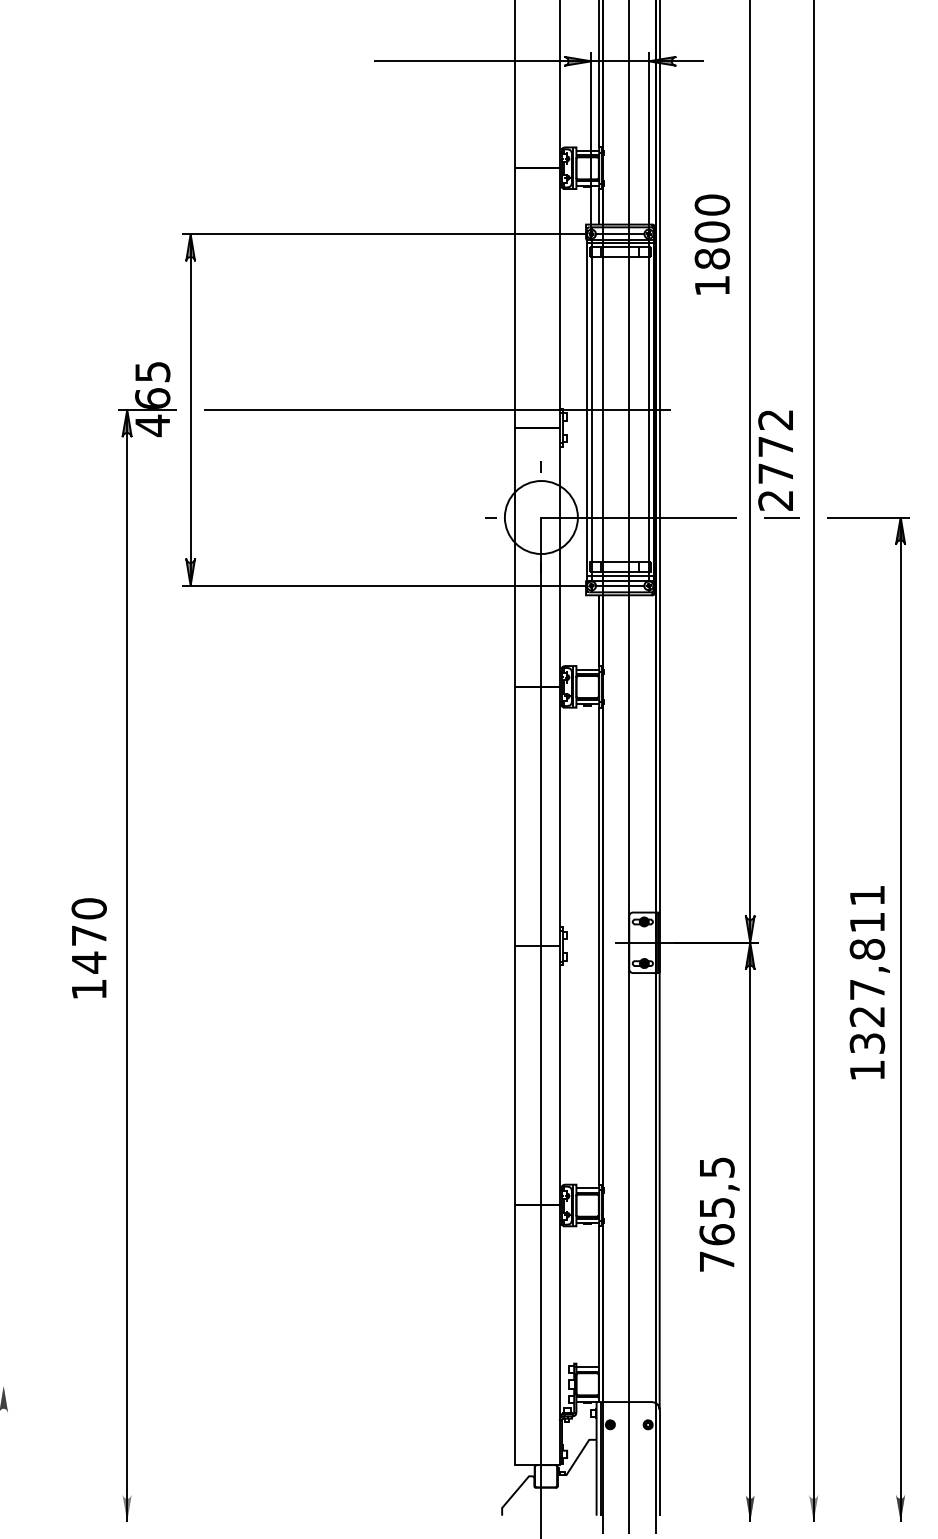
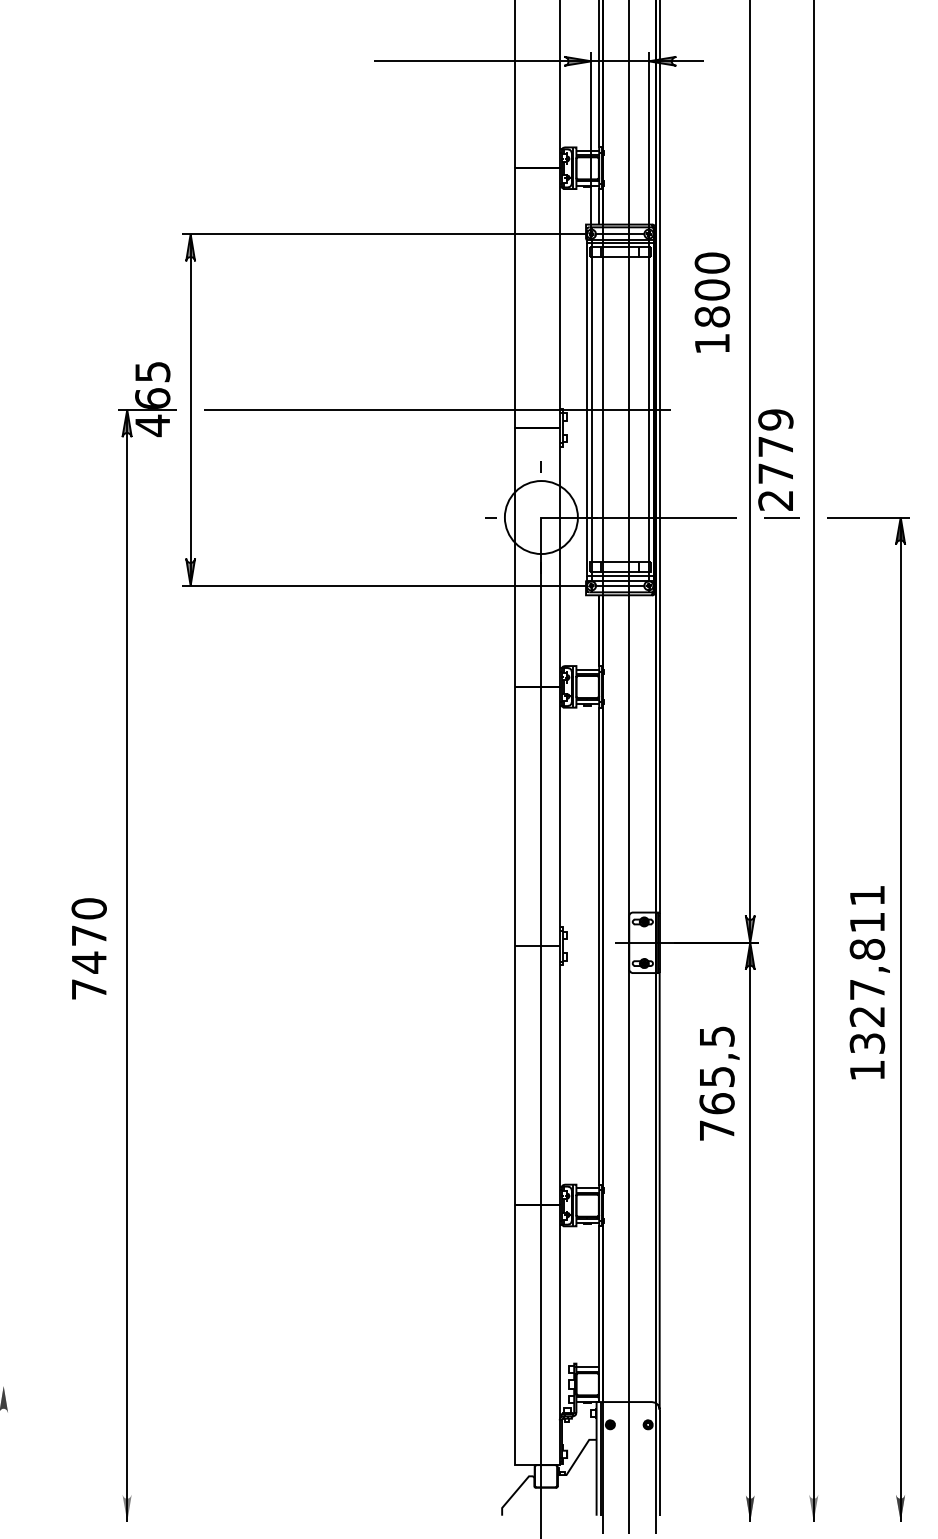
text at (712, 244) position: (712, 244) -> (712, 302)
text at (775, 419): 2772 -> 2779
text at (89, 989): 1470 -> 7470
text at (719, 1214) position: (719, 1214) -> (719, 1083)
